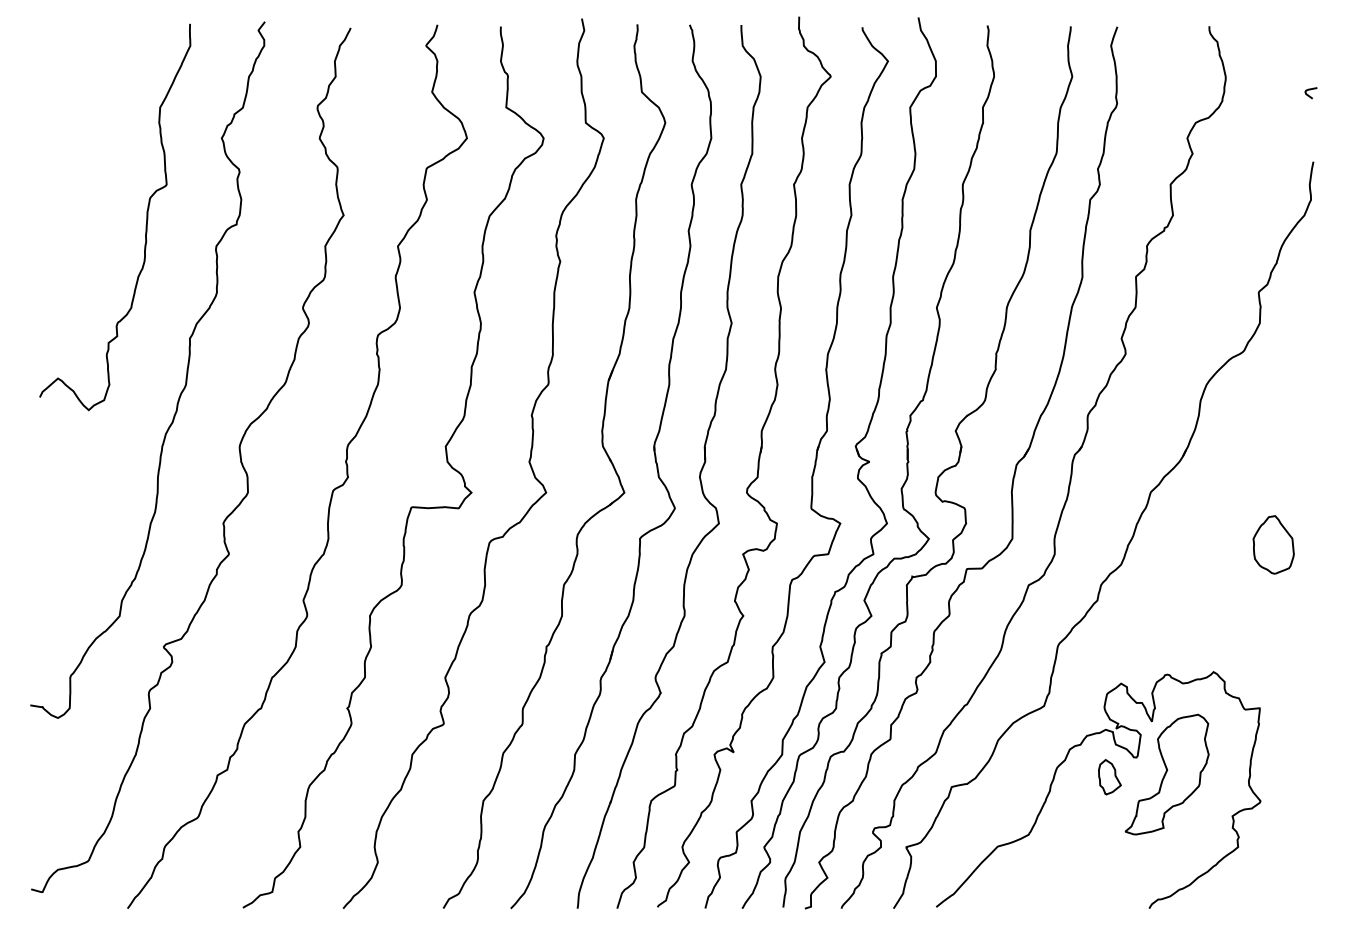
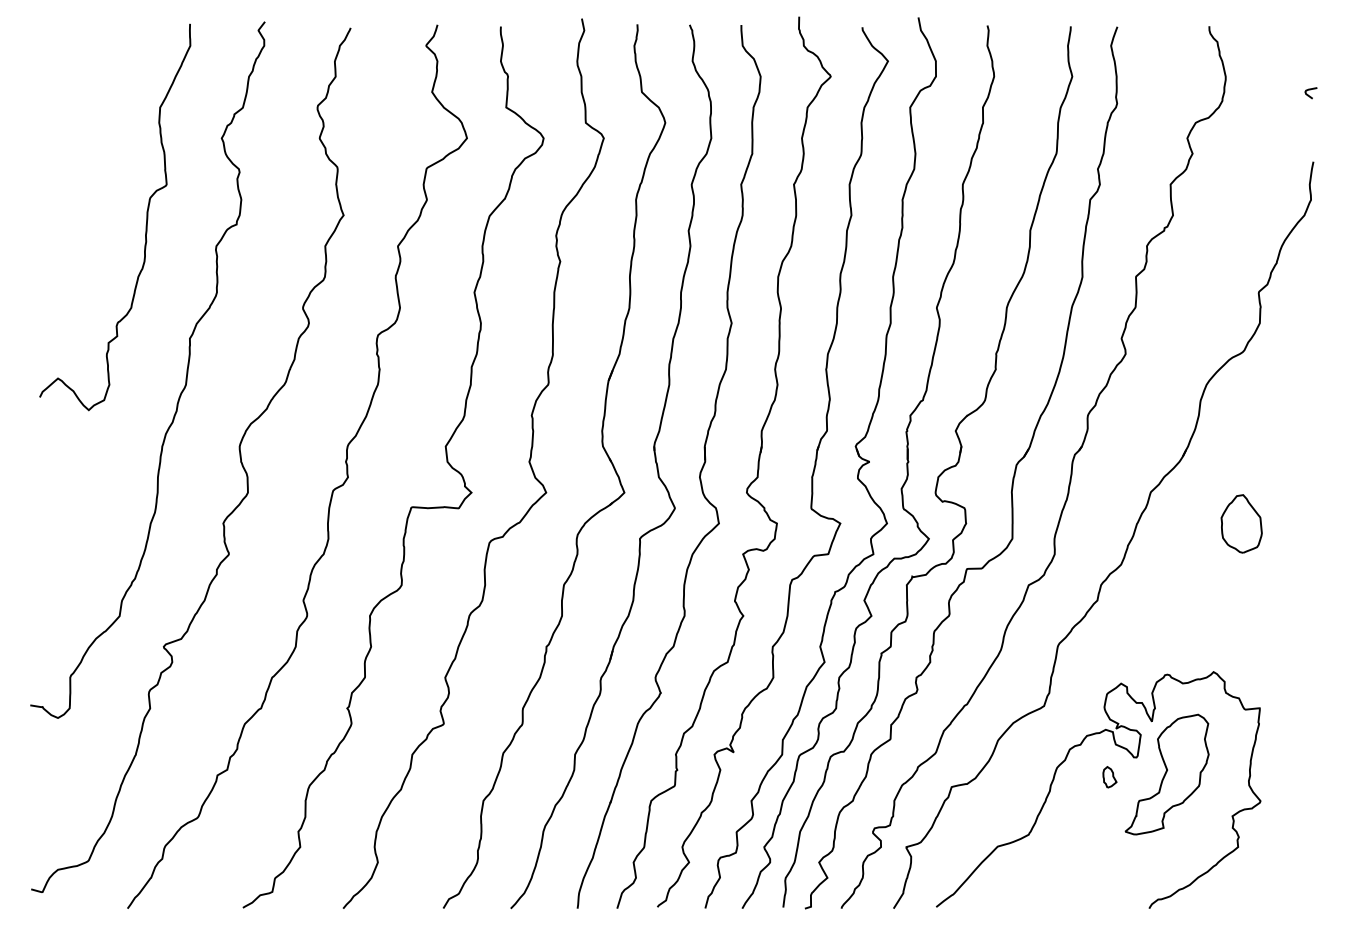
part at (1273, 544) position: (1273, 544) -> (1241, 523)
part at (1109, 777) size: 24x37 px -> 16x23 px
